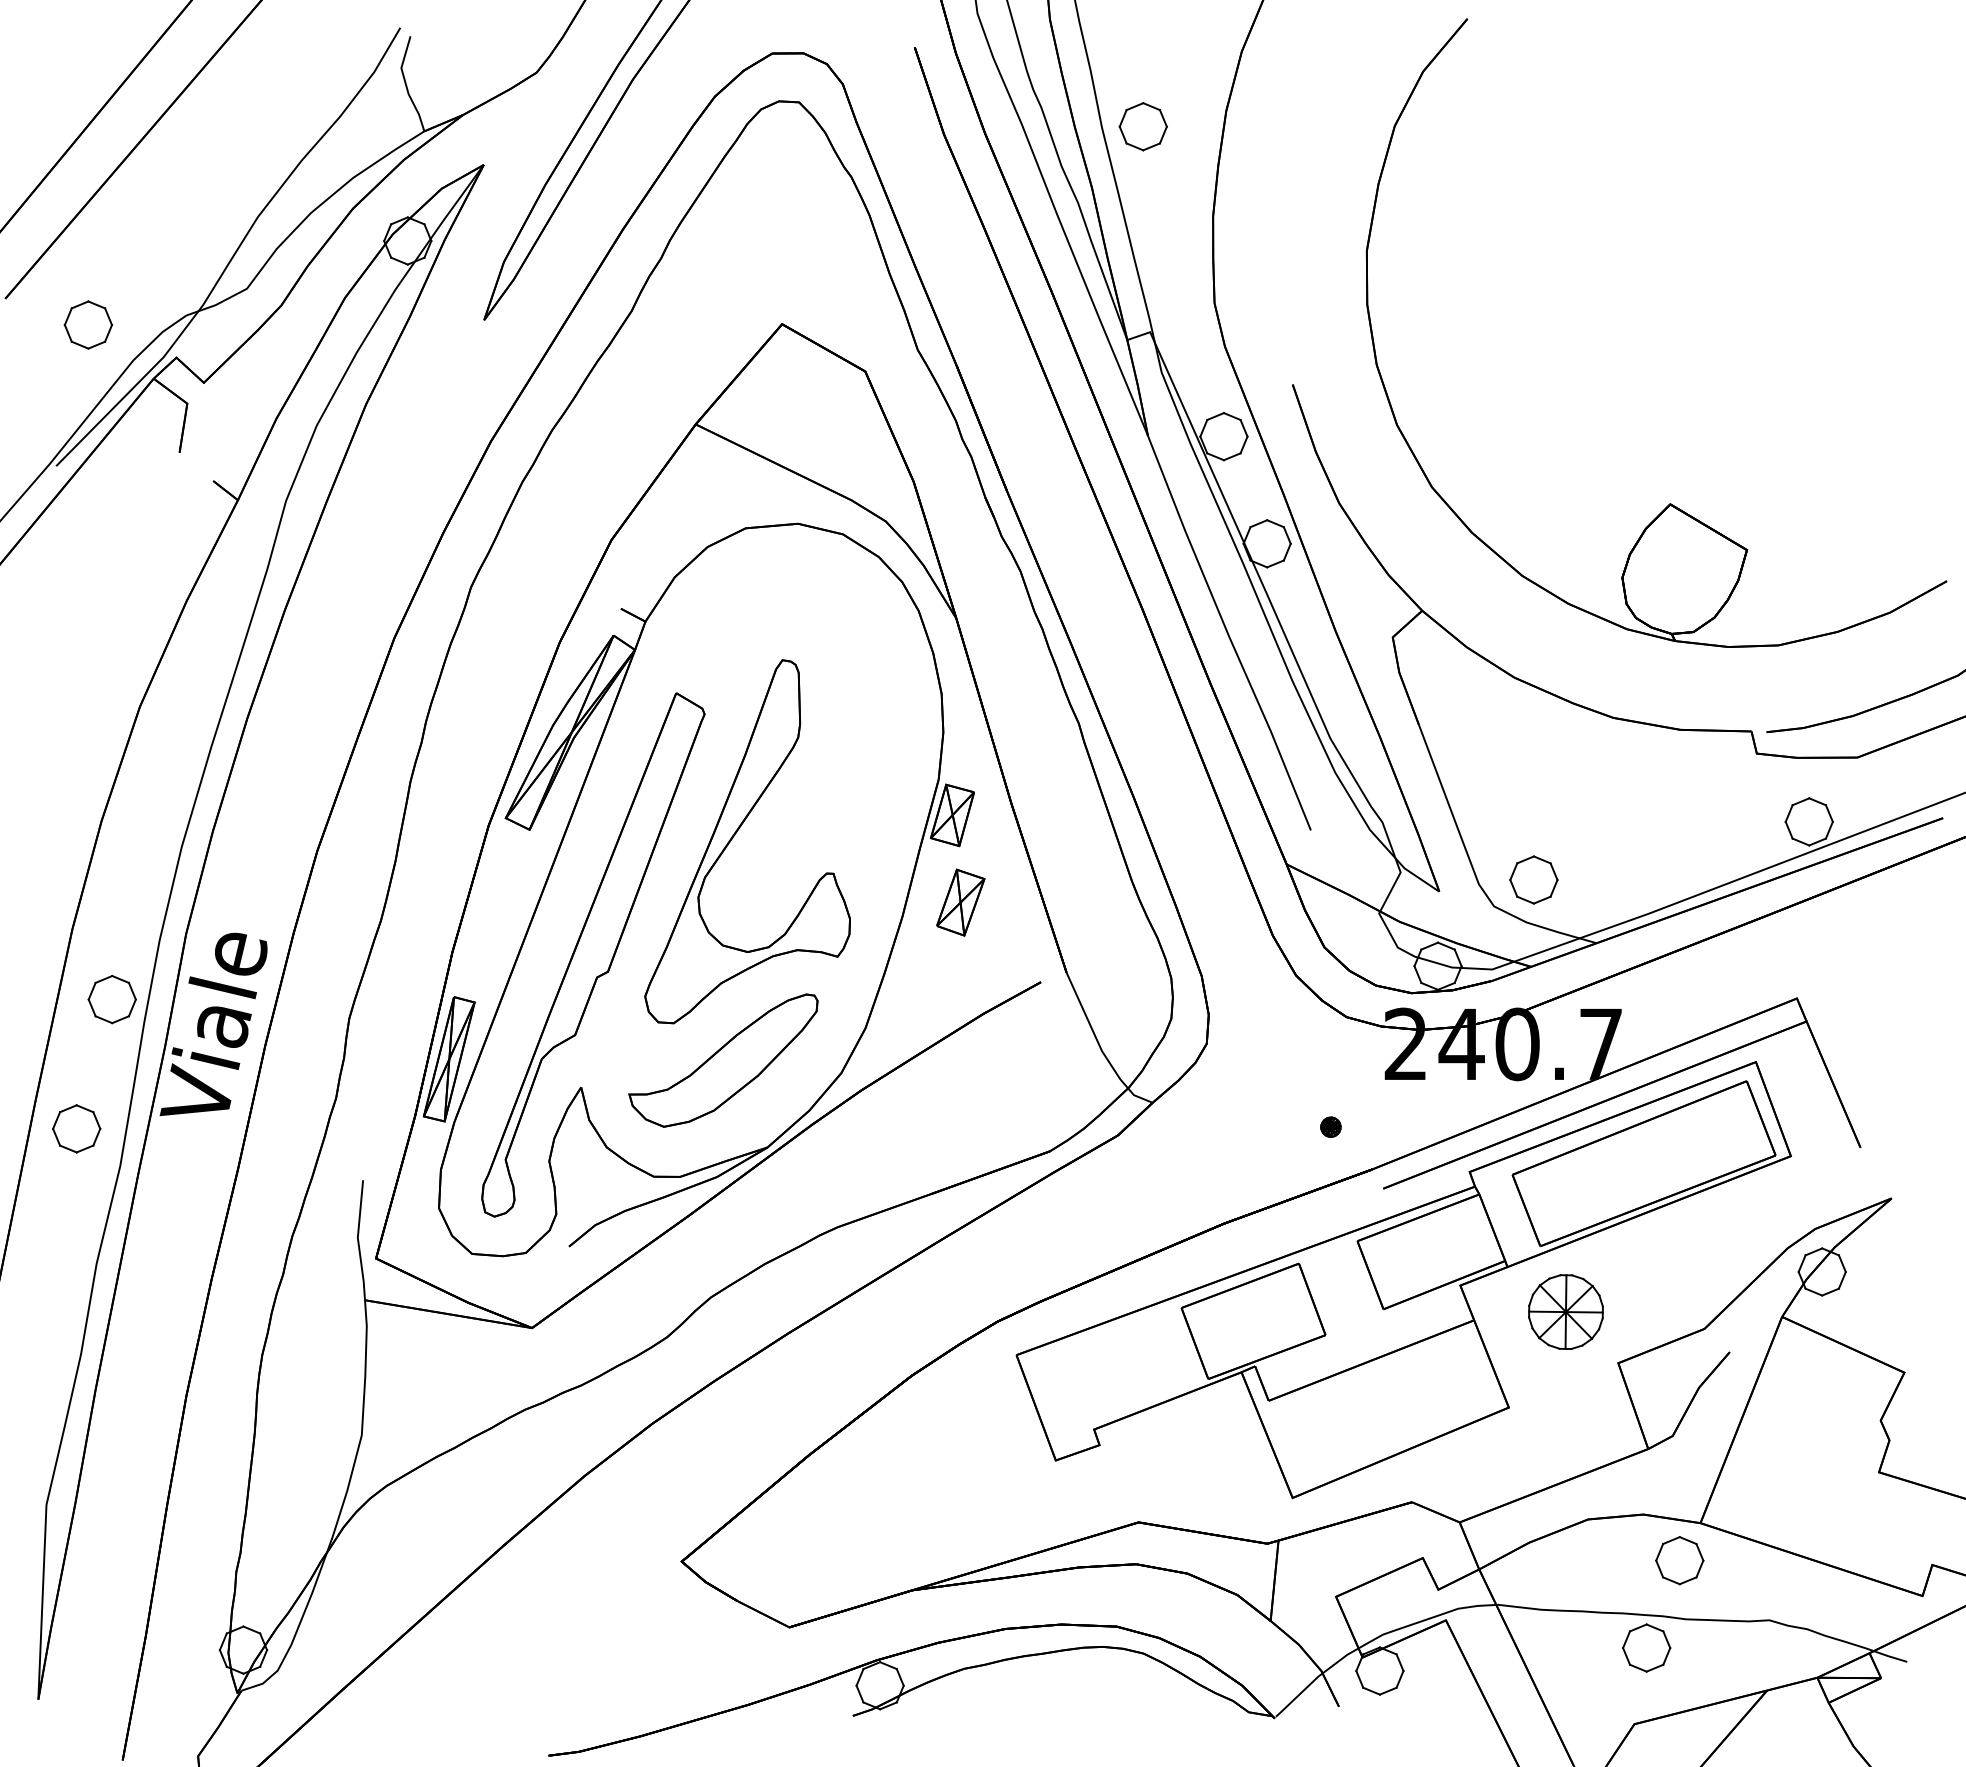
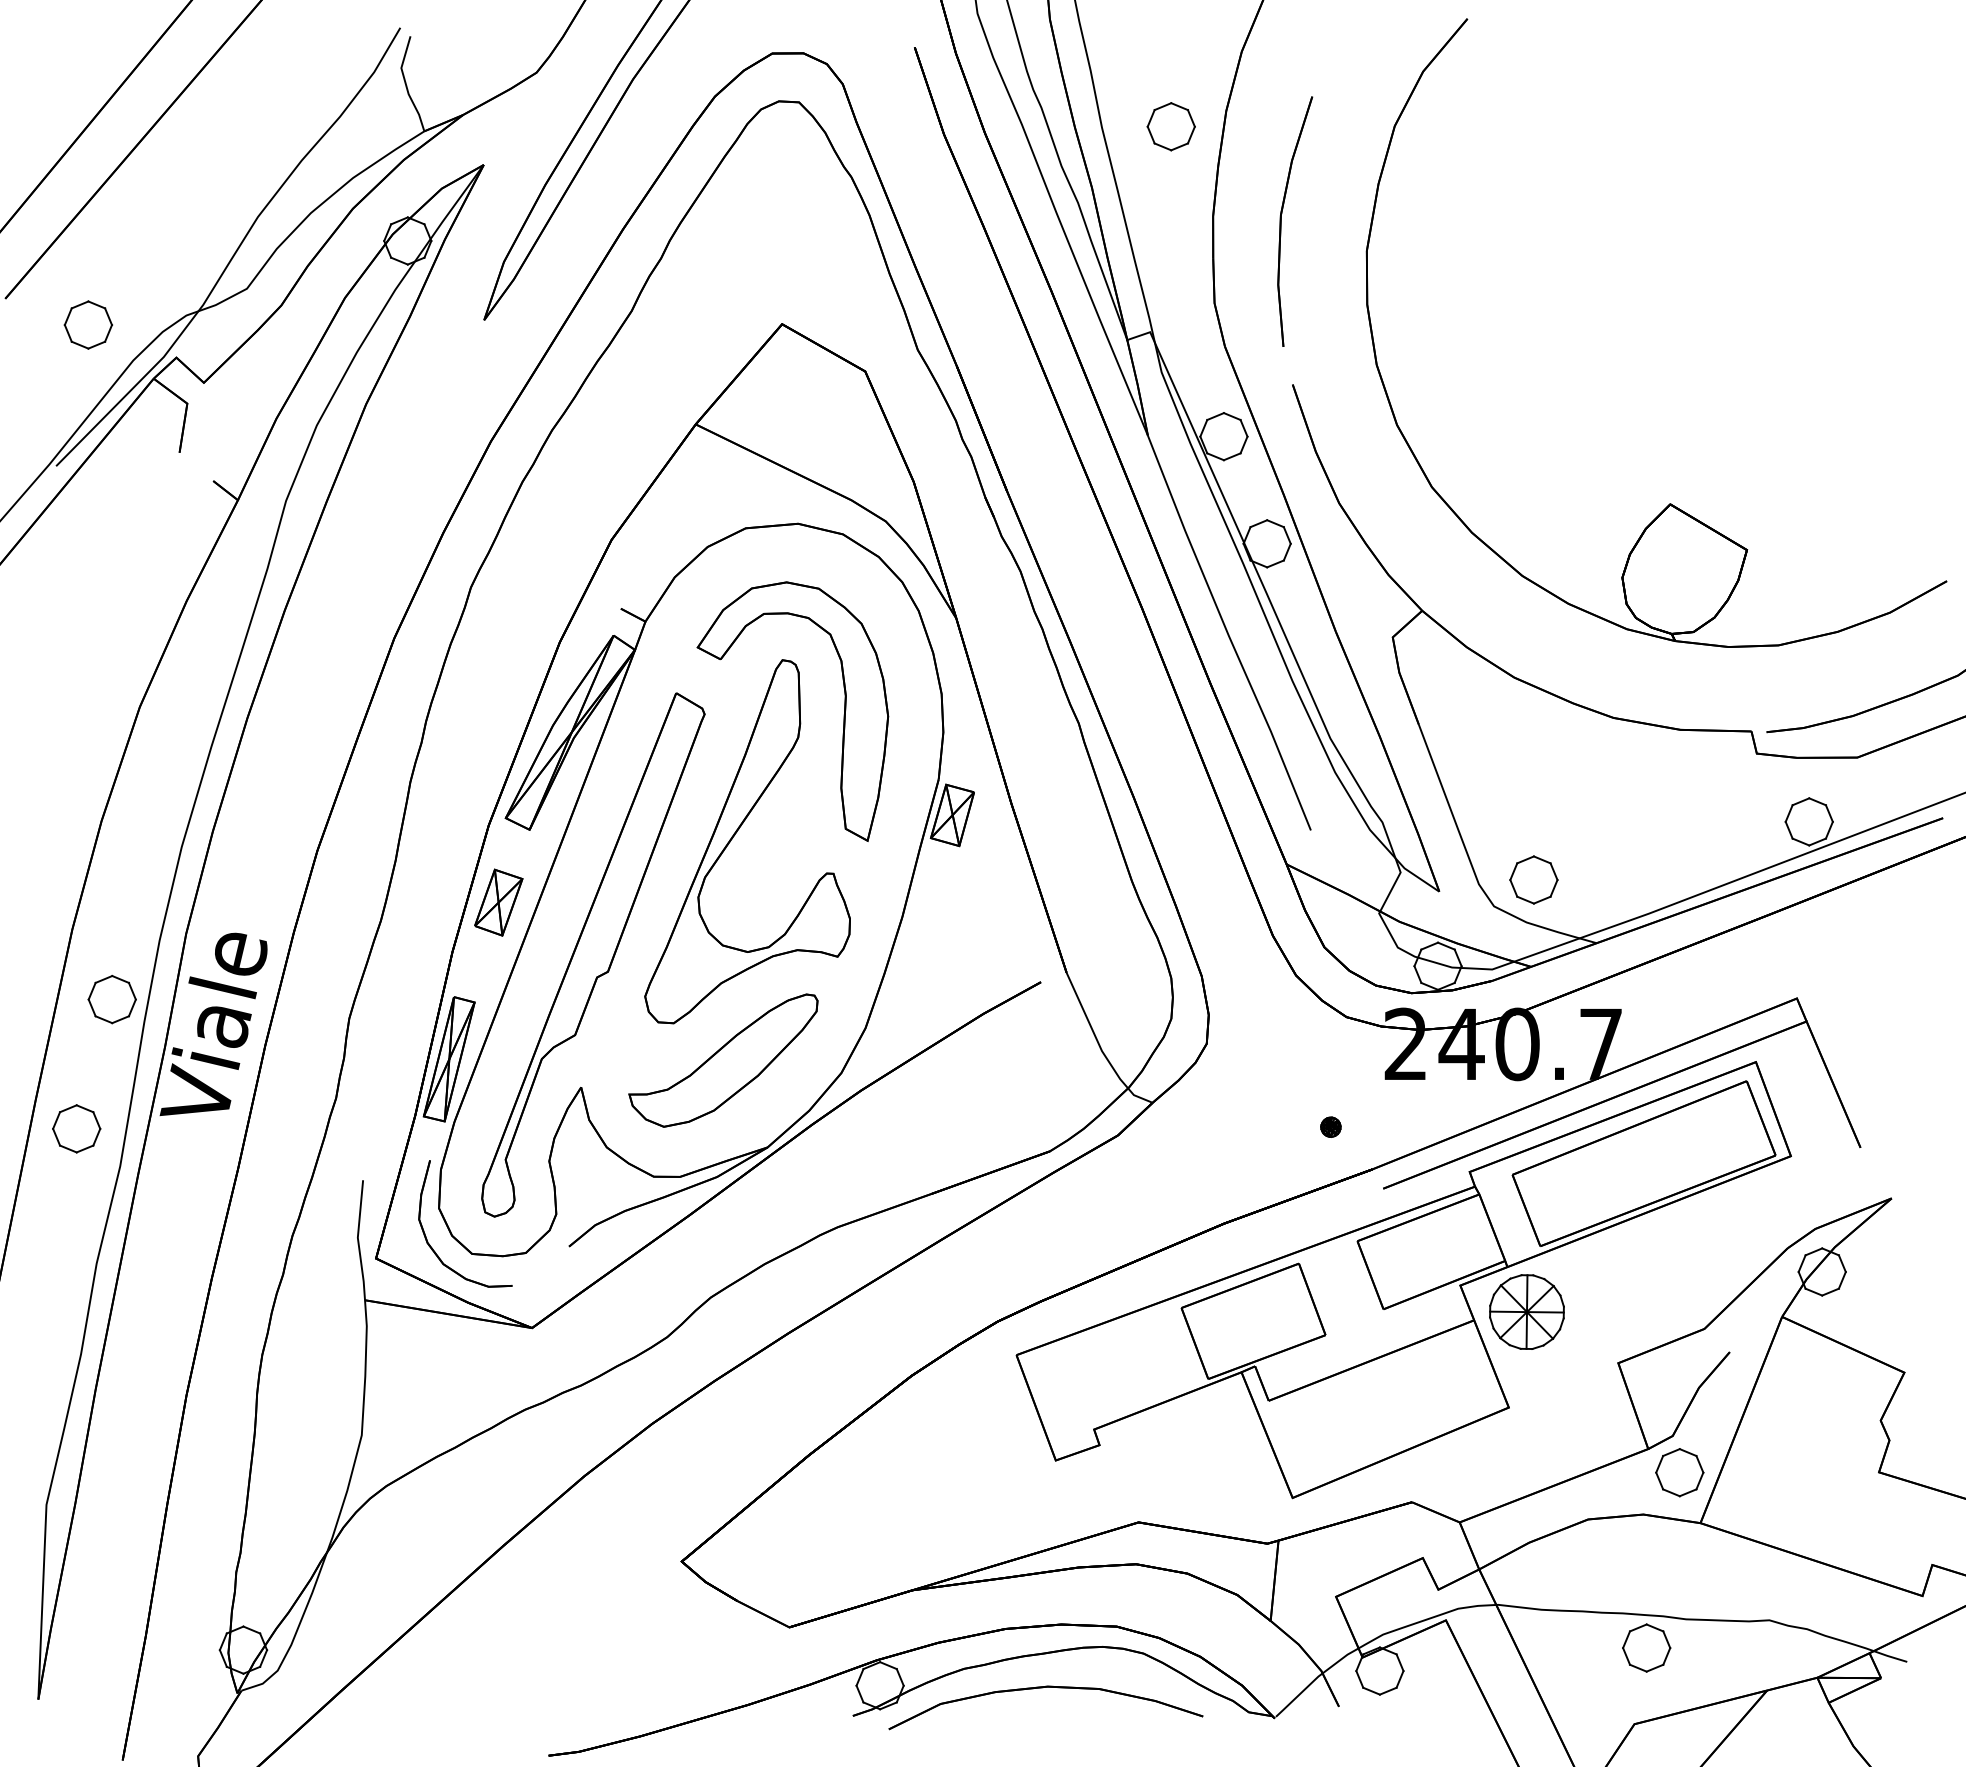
part at (1142, 126) position: (1142, 126) -> (1170, 126)
part at (1281, 221): none -> present
part at (843, 714): none -> present
part at (960, 902) position: (960, 902) -> (498, 902)
part at (432, 1247): none -> present
part at (1565, 1311) position: (1565, 1311) -> (1526, 1311)
part at (1679, 1560) position: (1679, 1560) -> (1679, 1472)
part at (1042, 1688): none -> present
